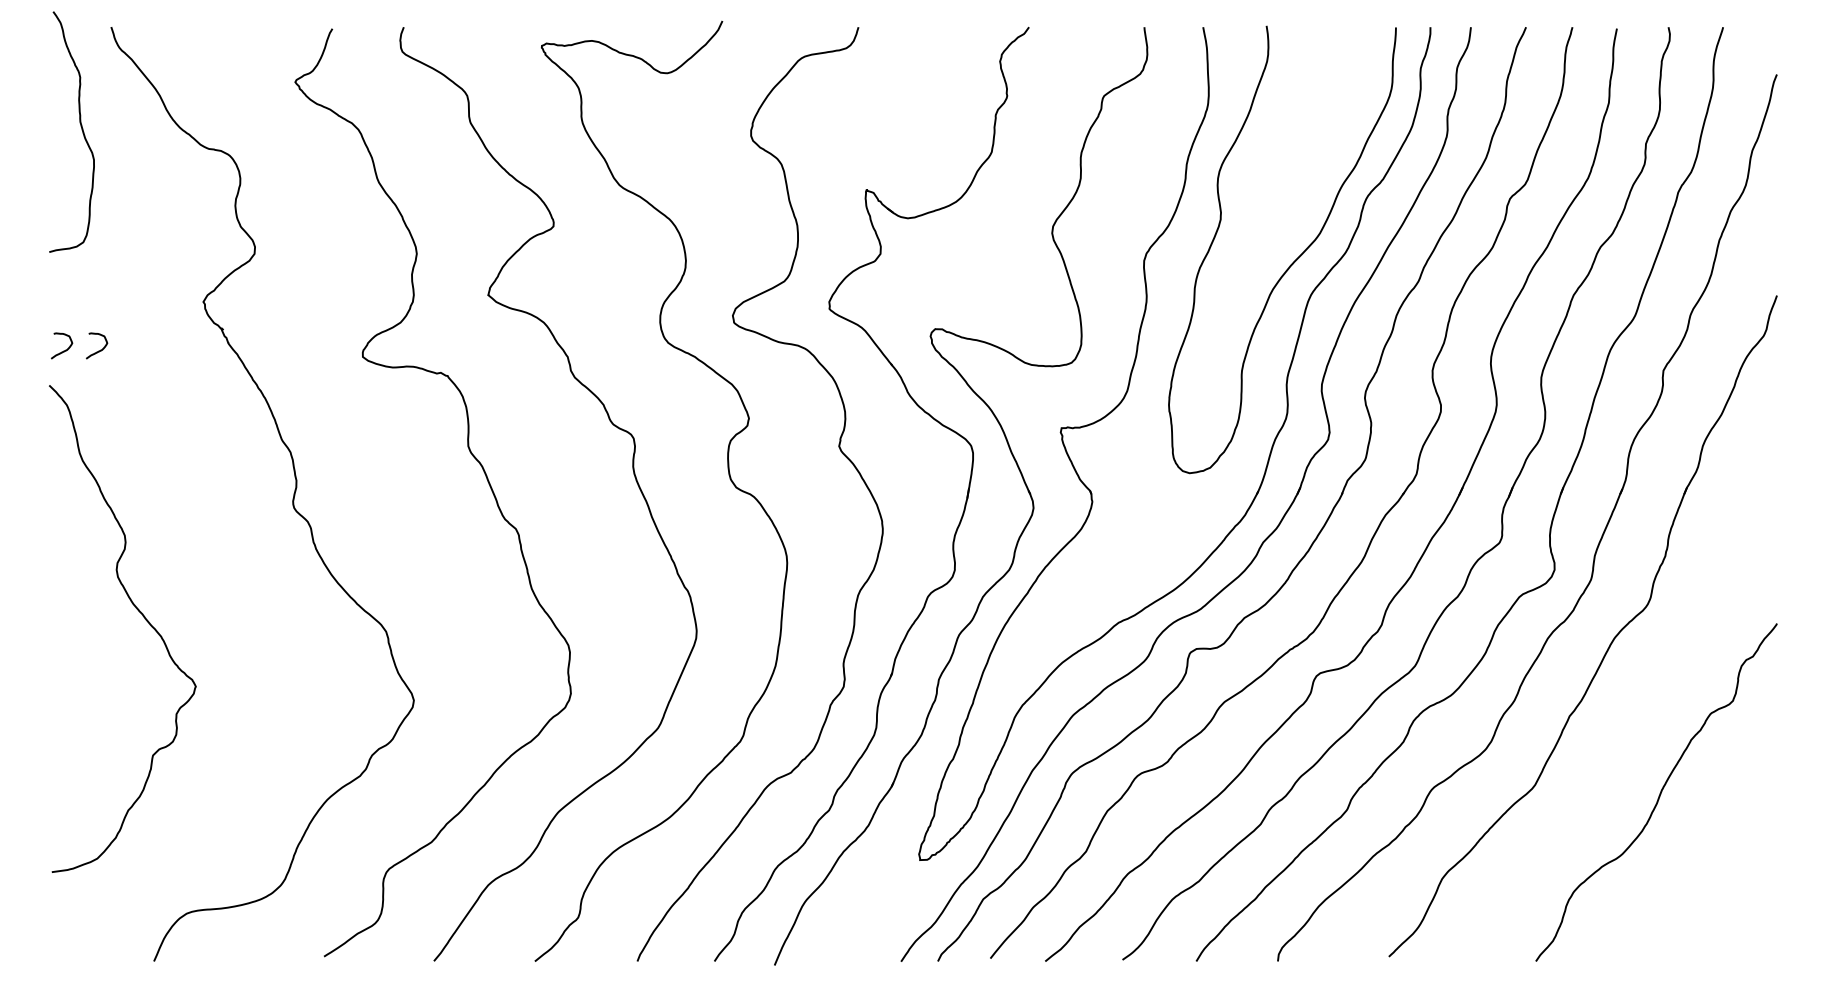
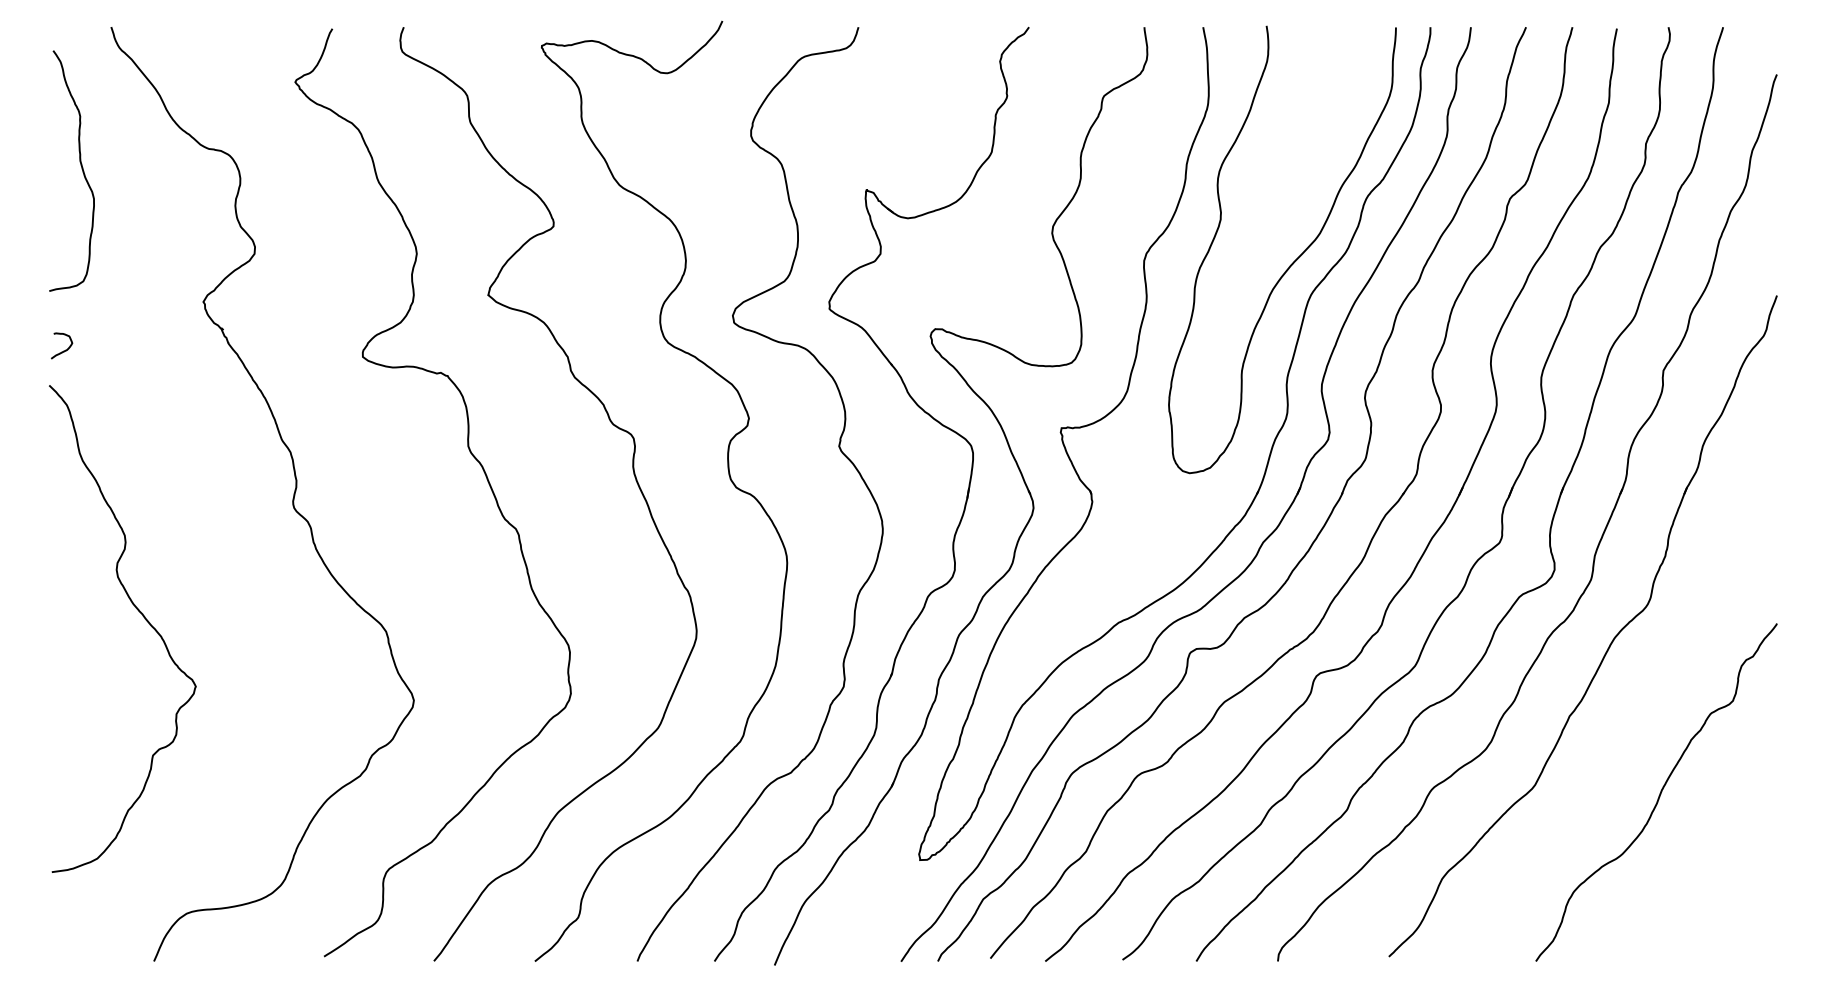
curve at (81, 130) position: (81, 130) -> (81, 169)
curve at (100, 349): present -> none
